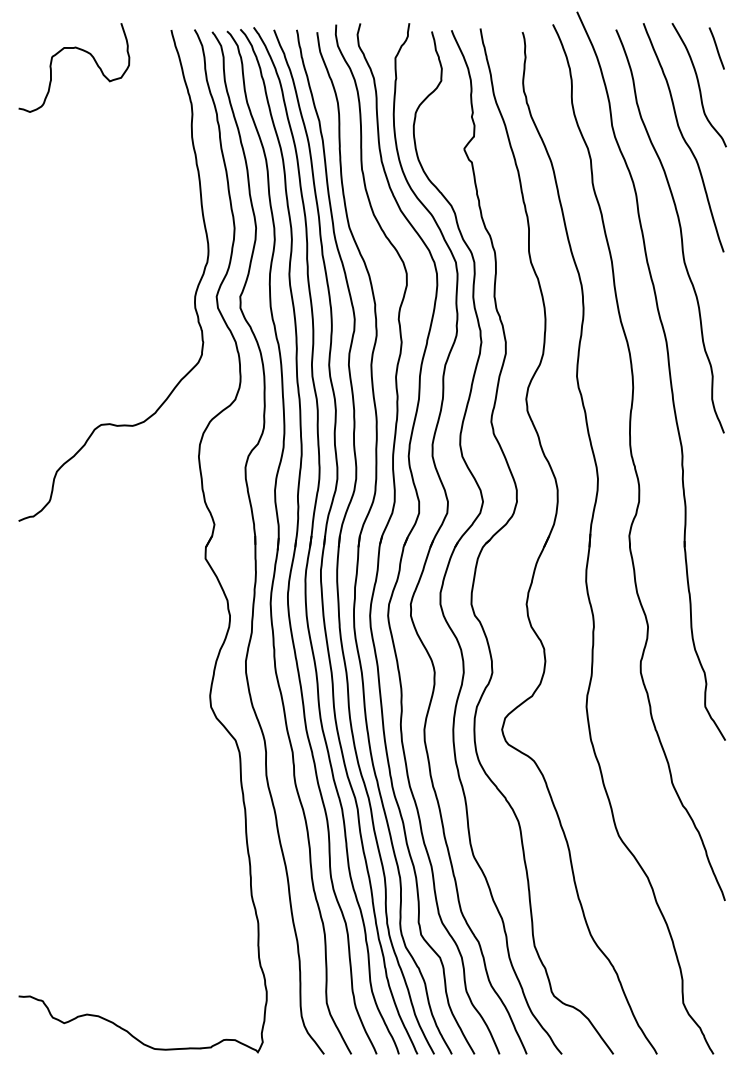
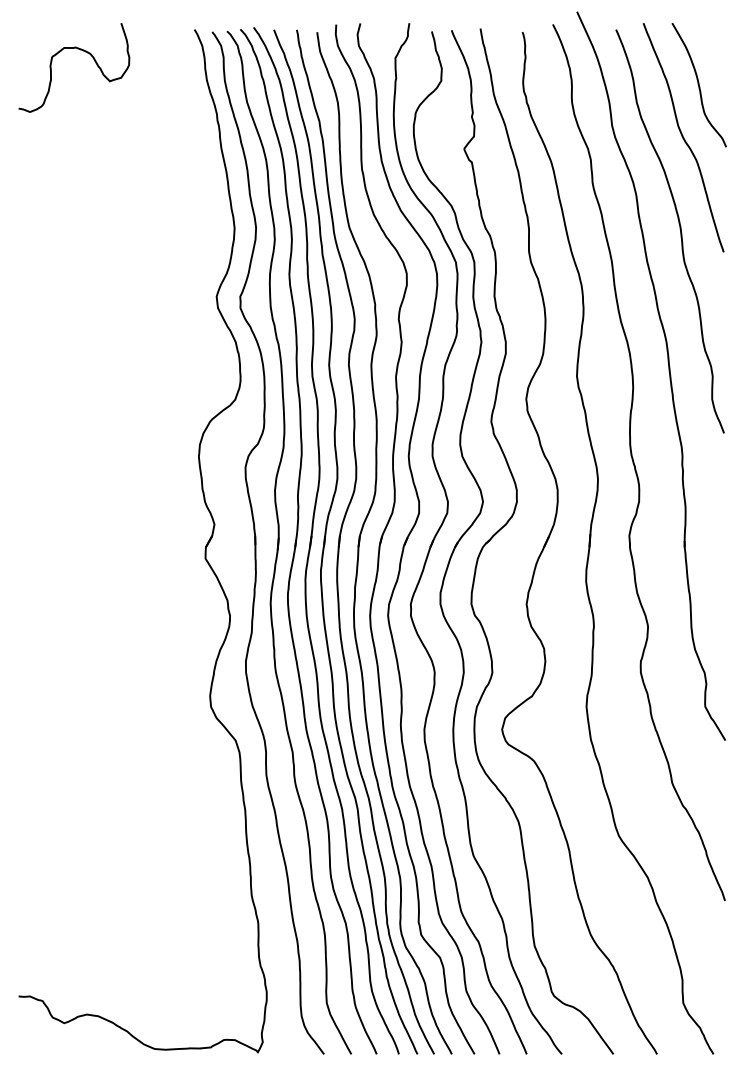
line at (716, 48): present -> none
curve at (194, 294): present -> none
